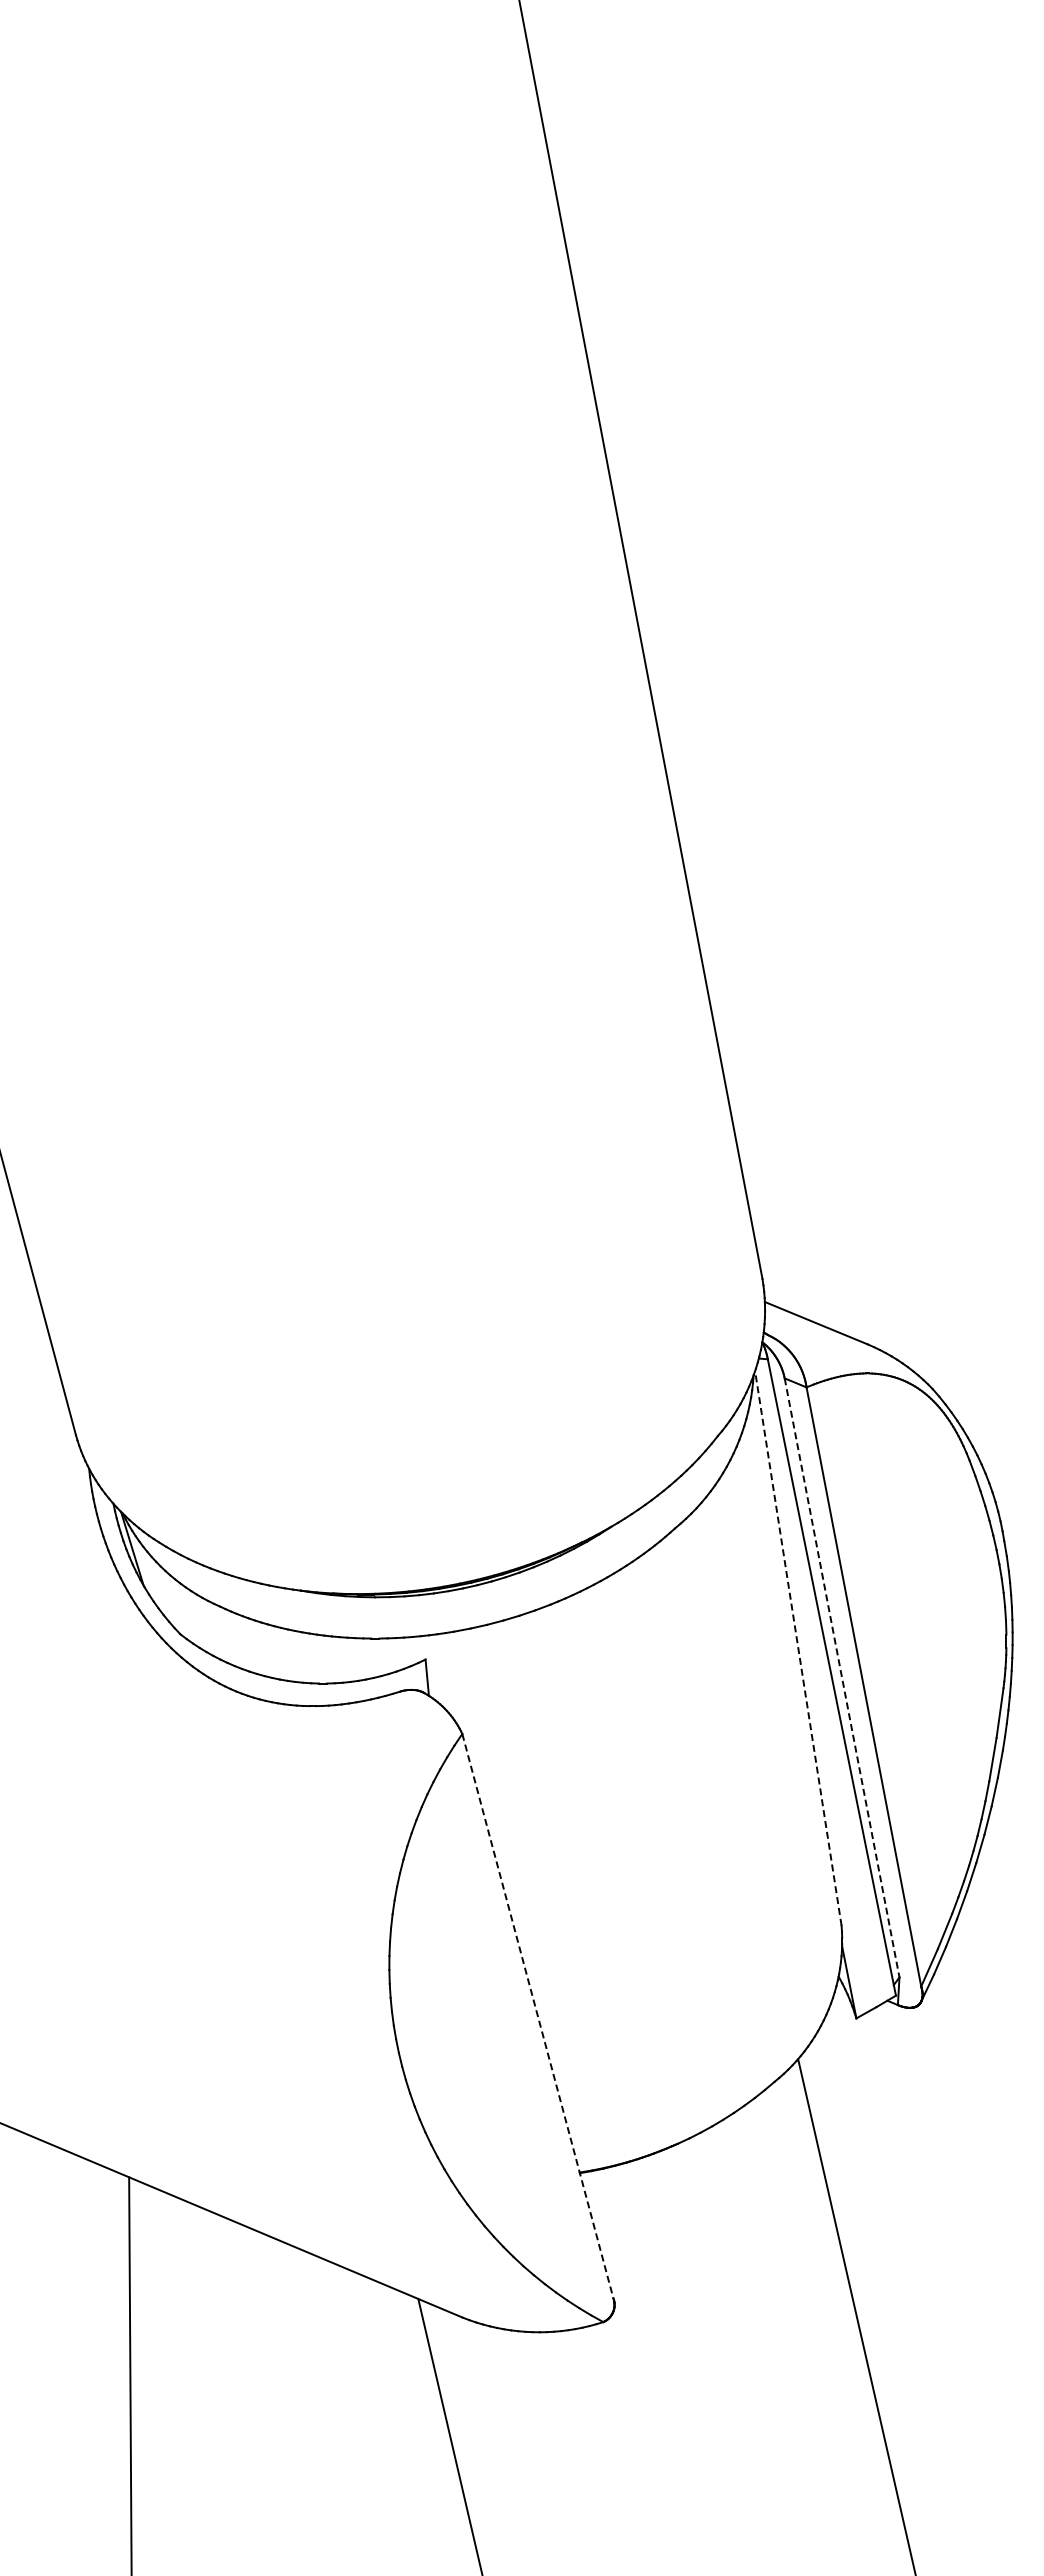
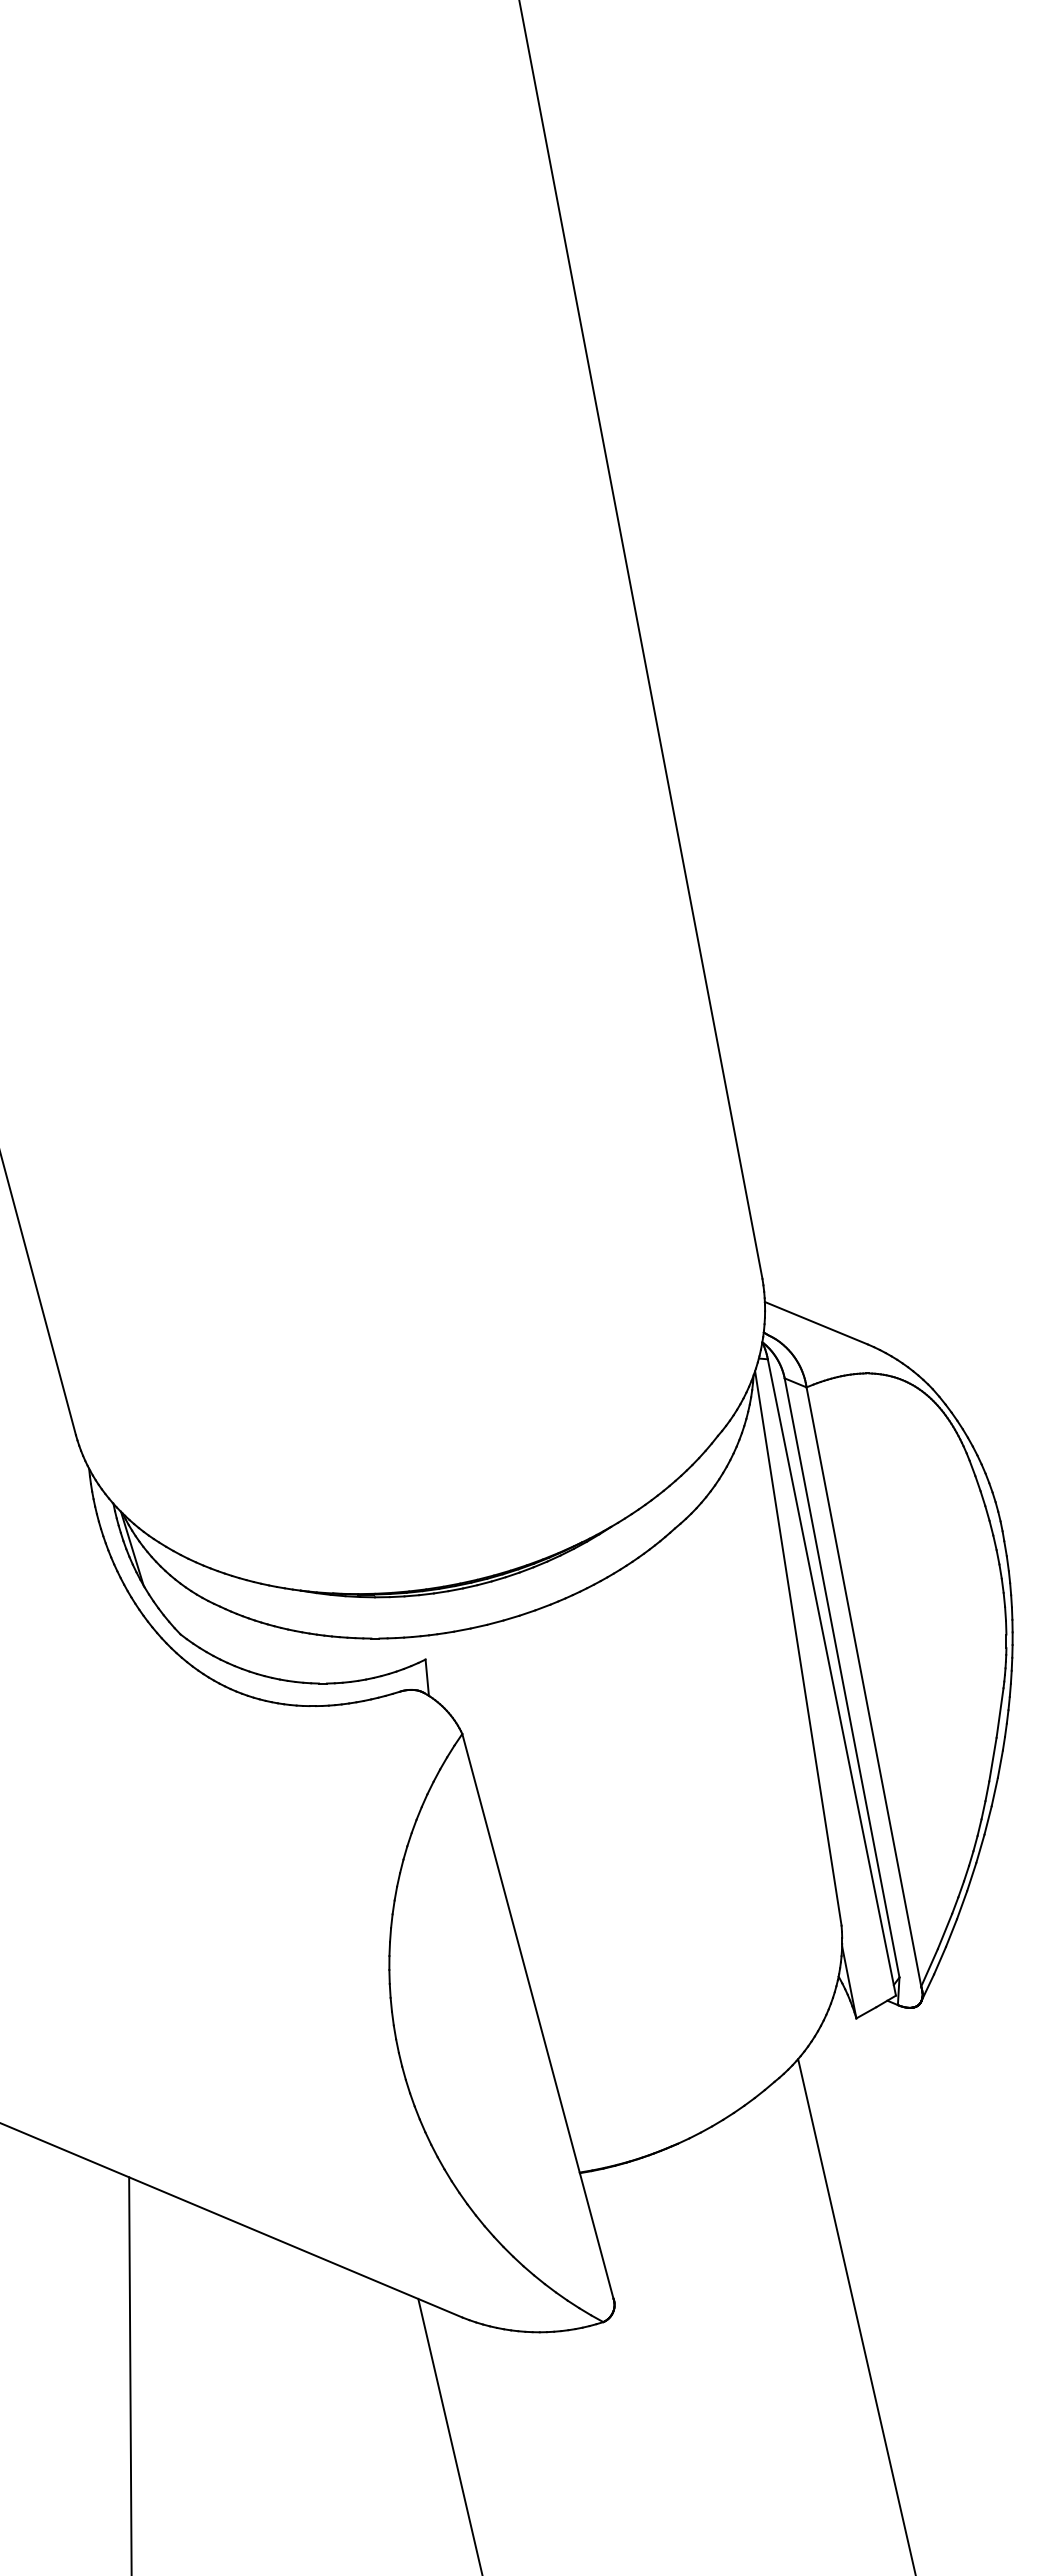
line at (798, 1648): dashed -> solid
line at (842, 1678): dashed -> solid
line at (538, 2016): dashed -> solid
